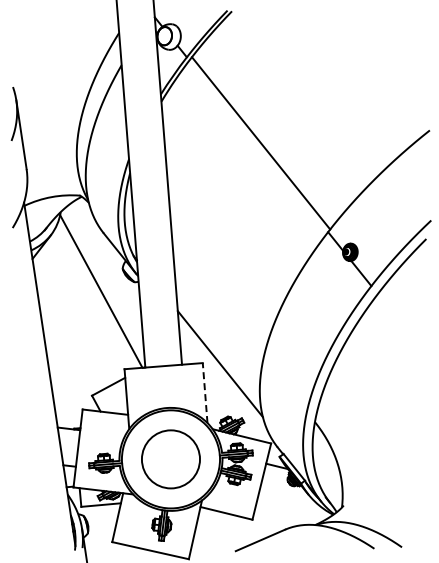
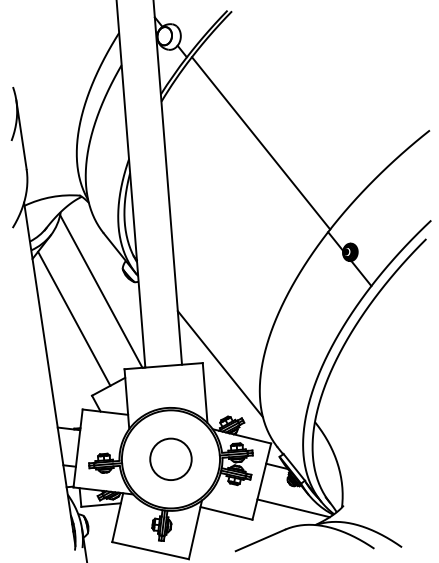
line at (74, 318): none -> present
line at (205, 392): dashed -> solid
circle at (170, 459) diameter: 58 px -> 41 px
line at (293, 508): none -> present
